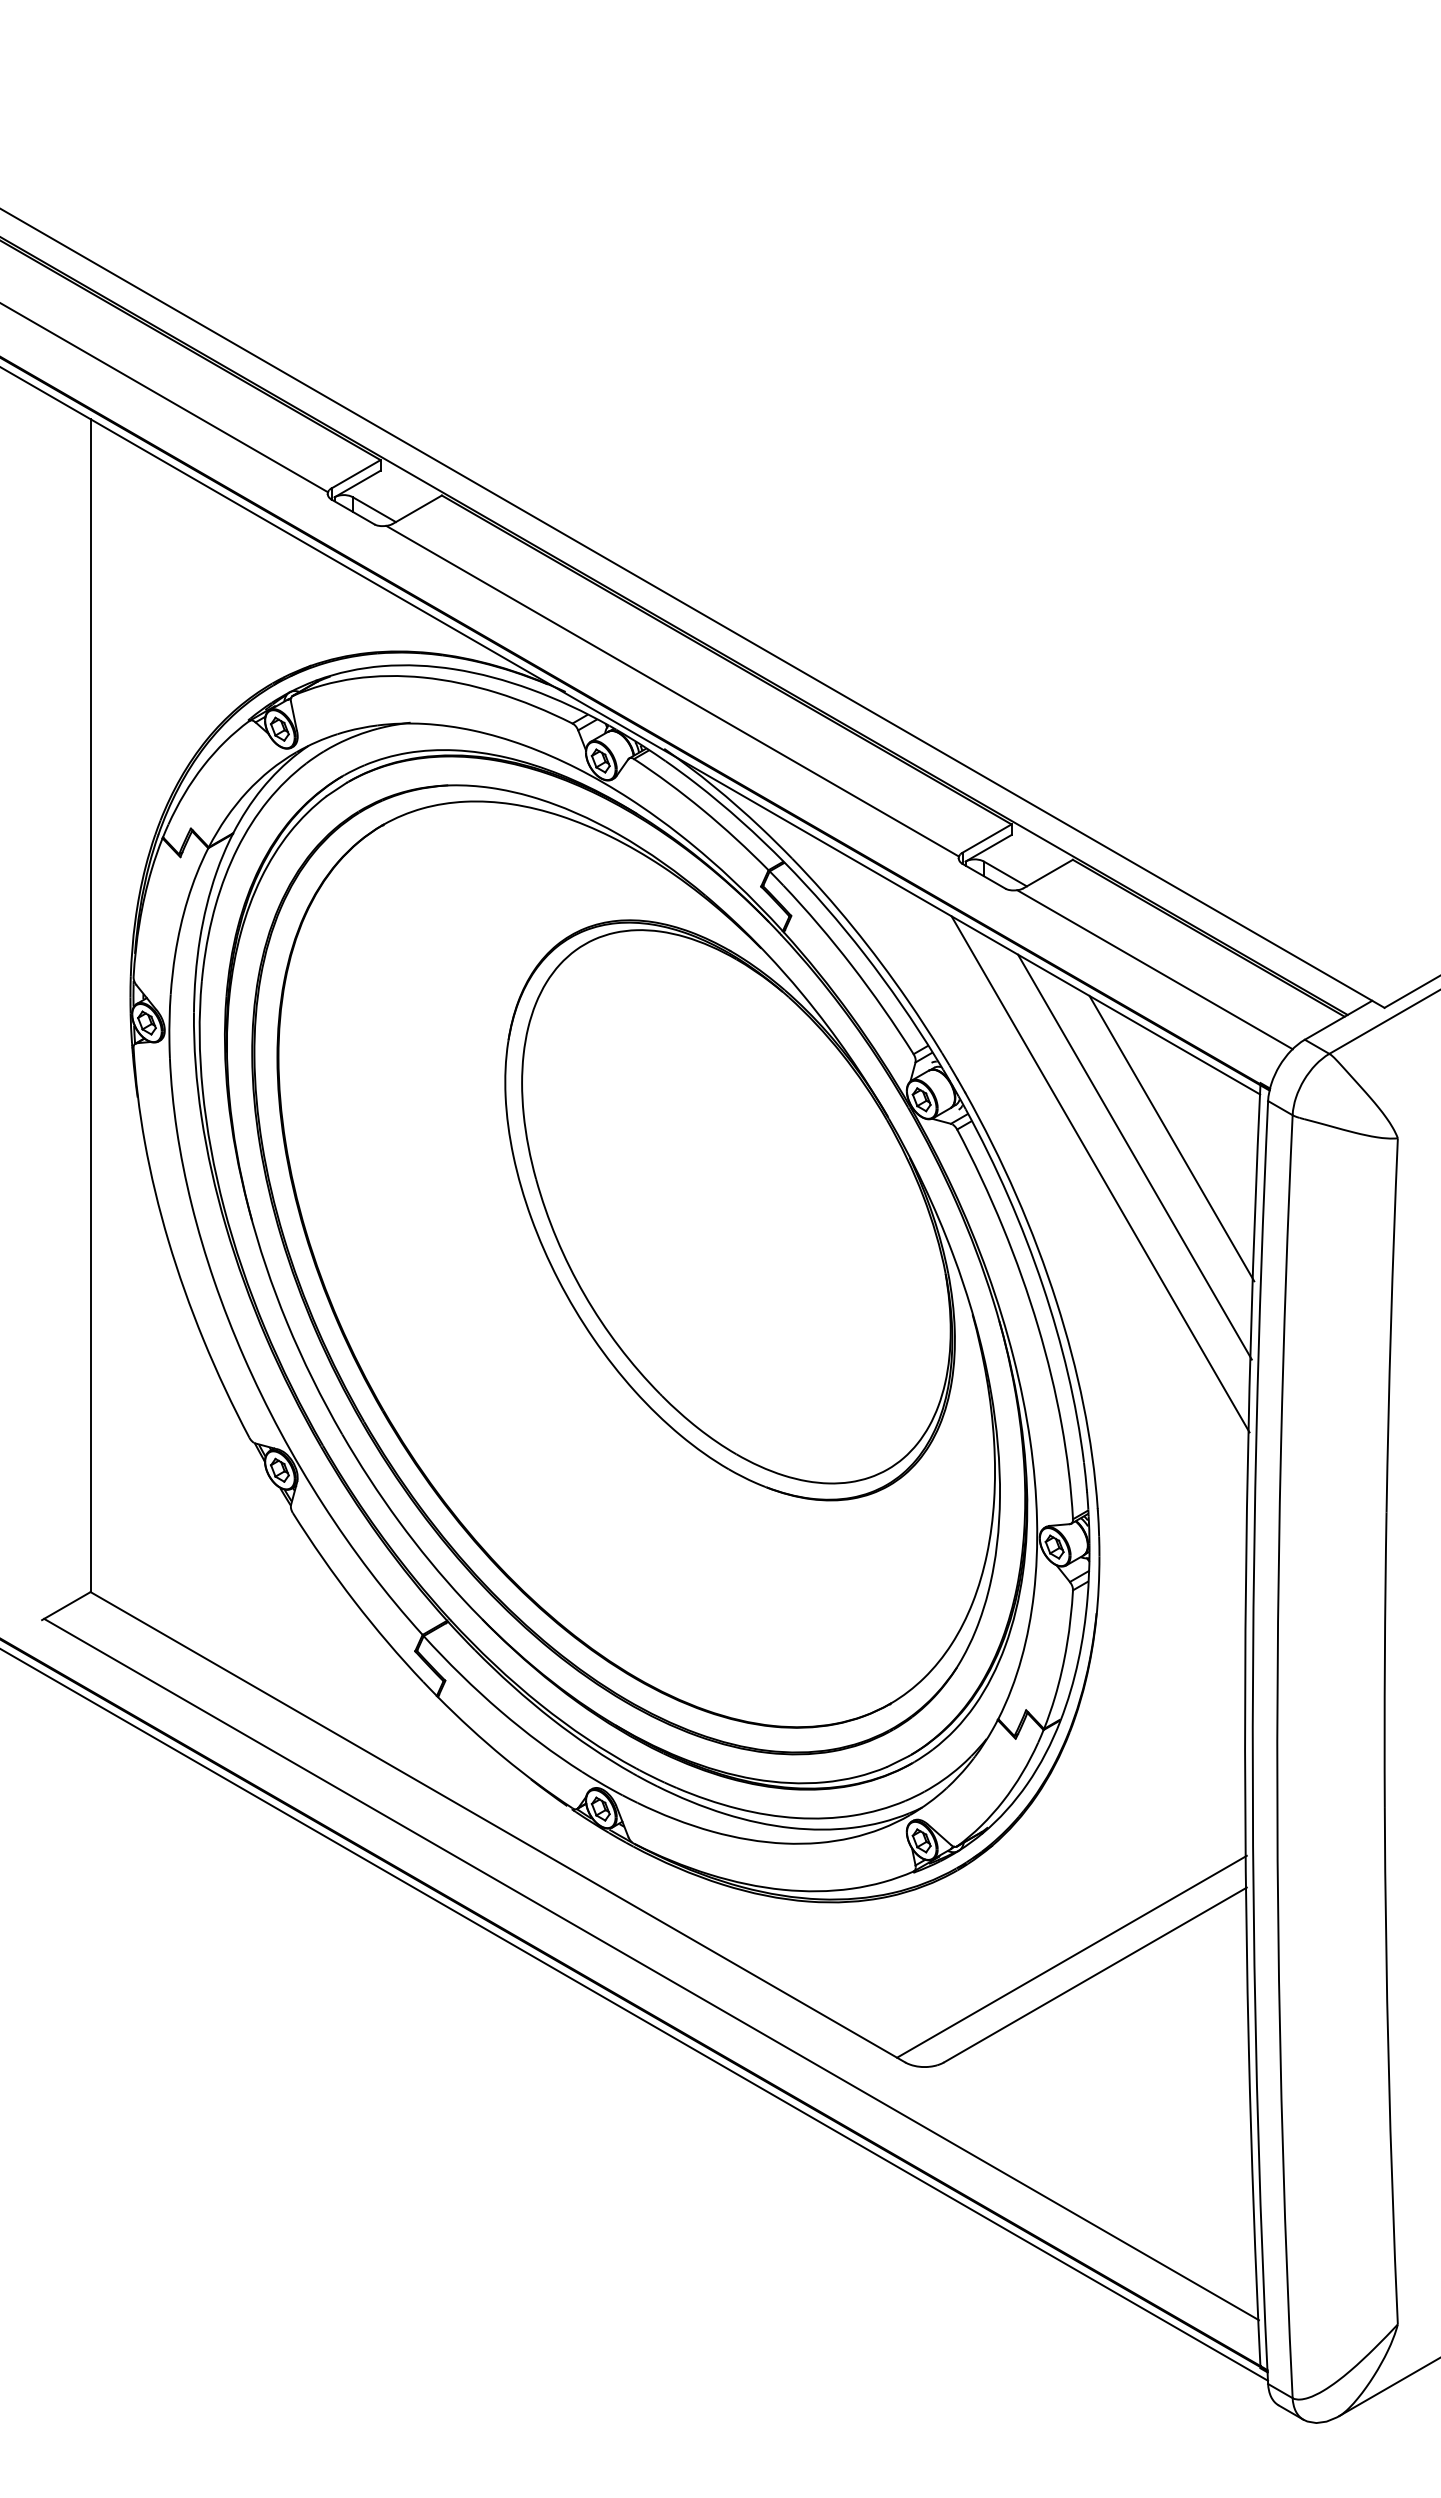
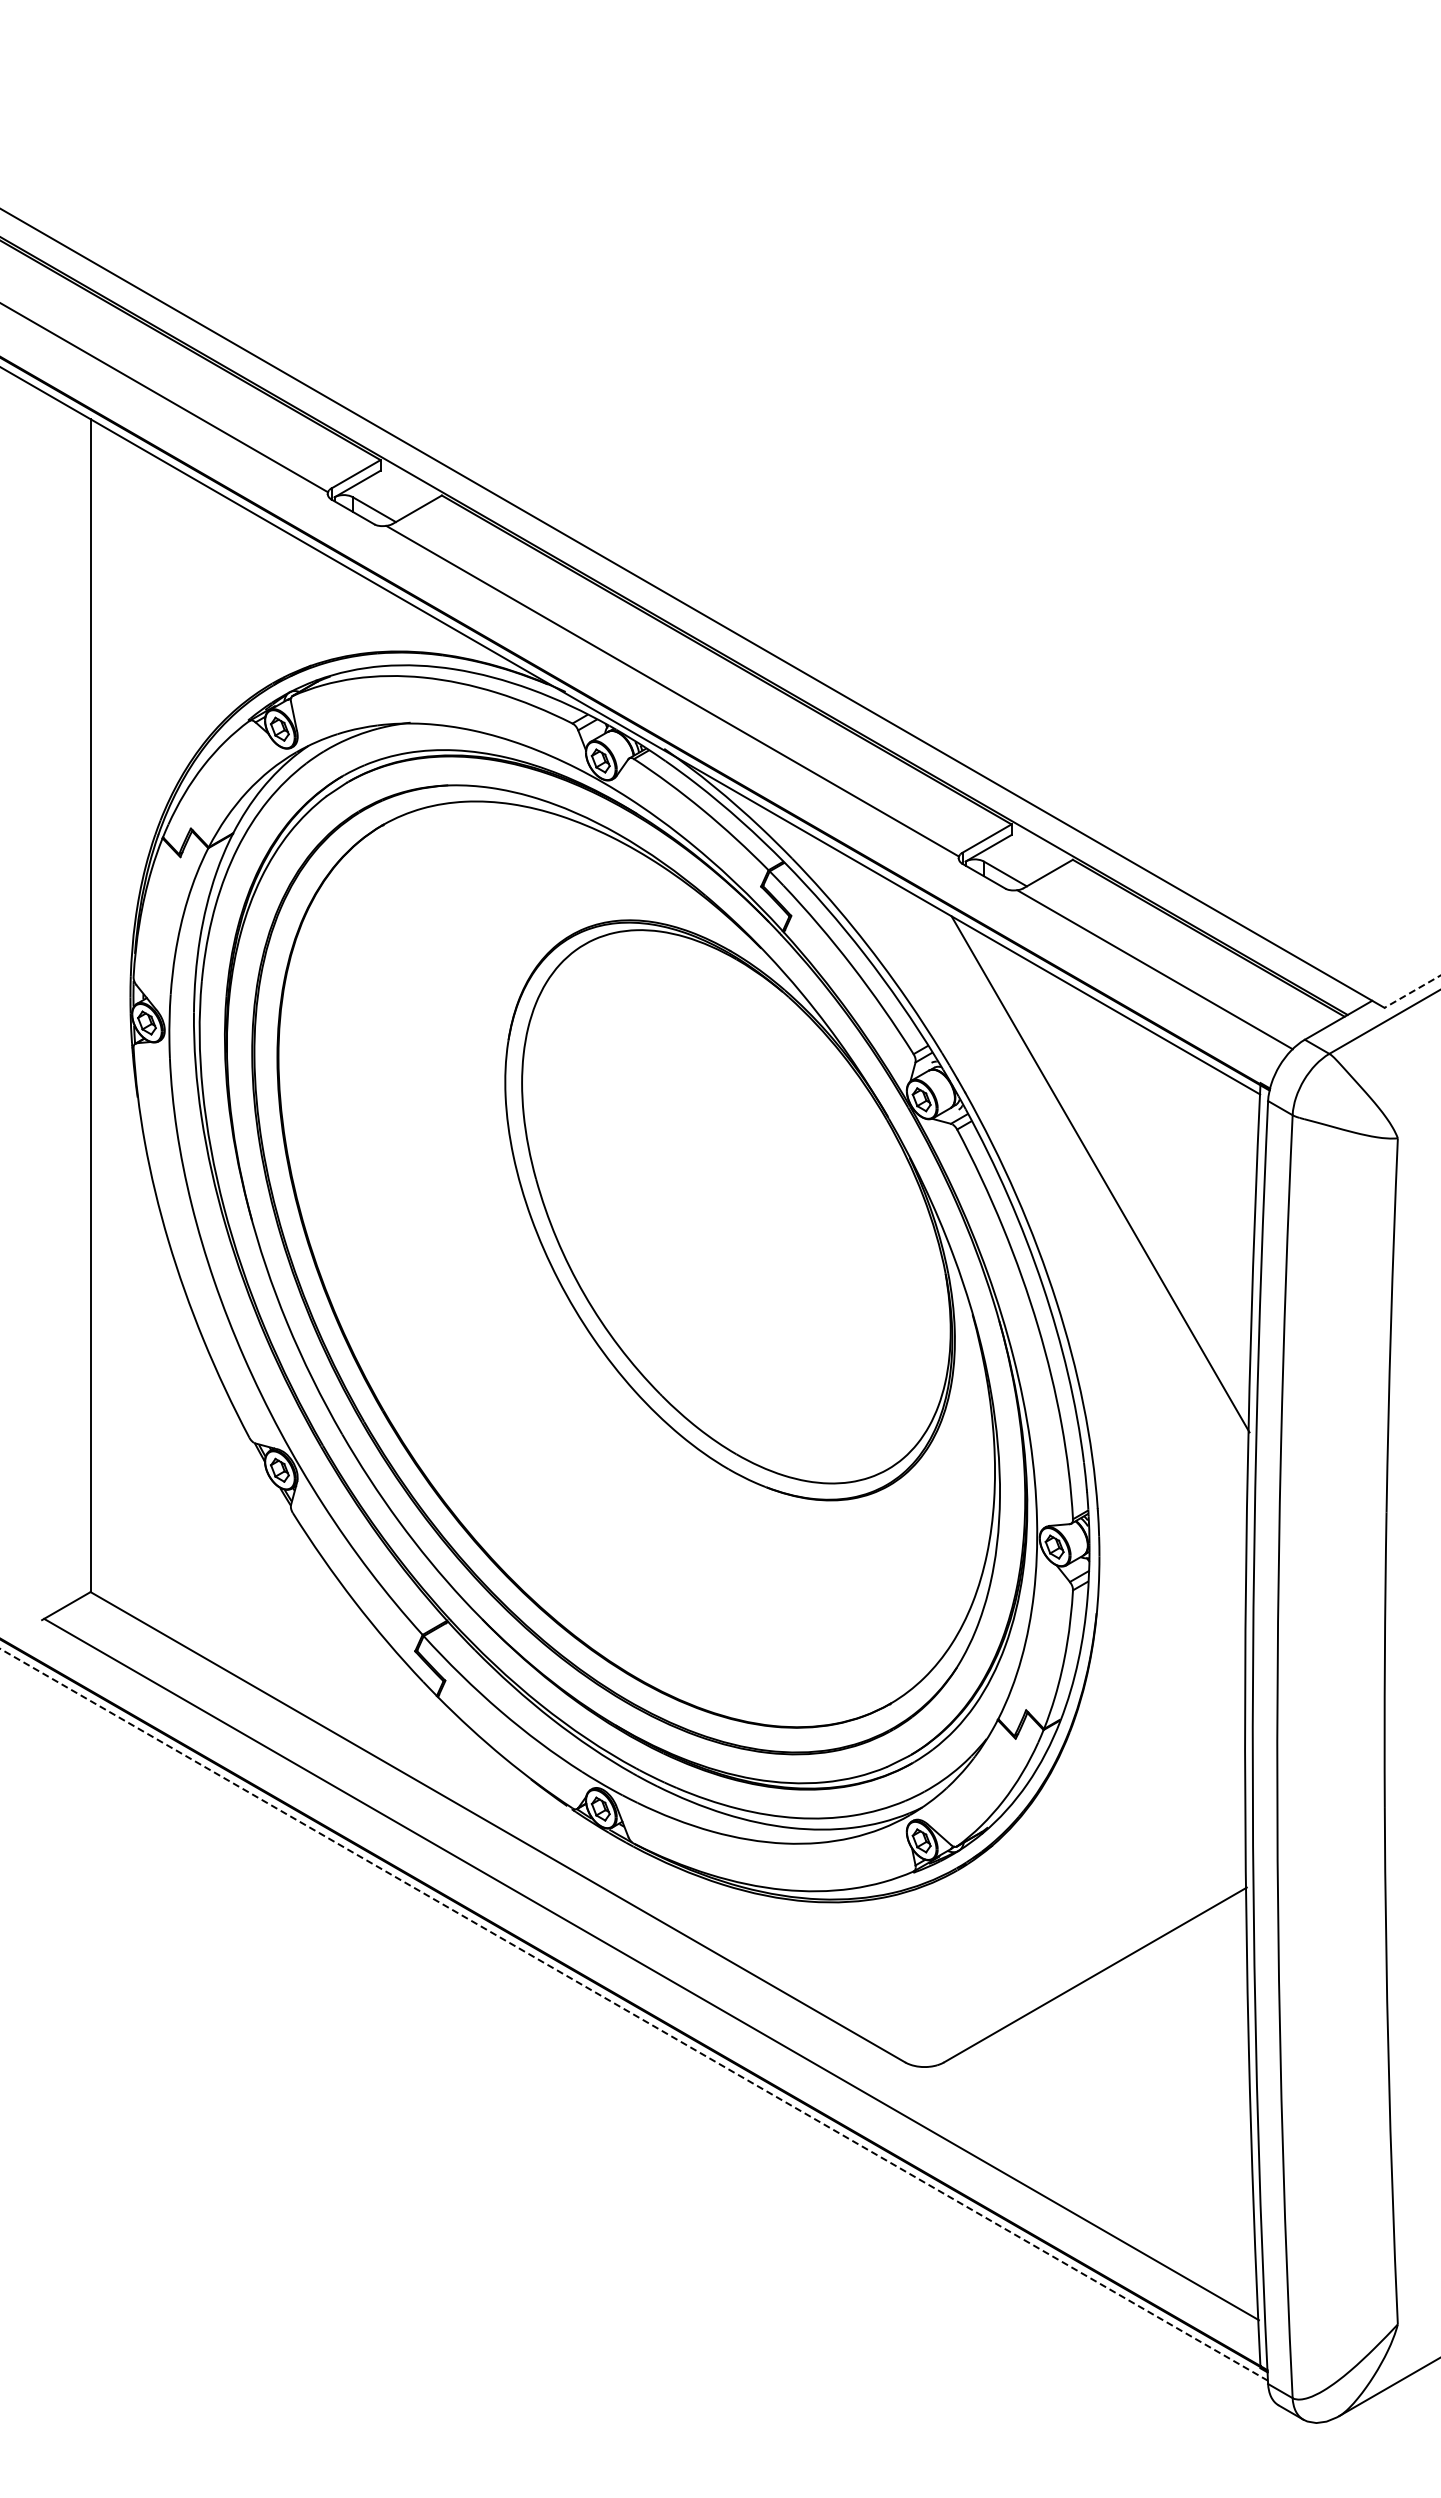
line at (1412, 991): solid -> dashed
line at (1171, 1138): present -> none
line at (1134, 1156): present -> none
line at (1071, 1956): present -> none
line at (634, 2014): solid -> dashed
